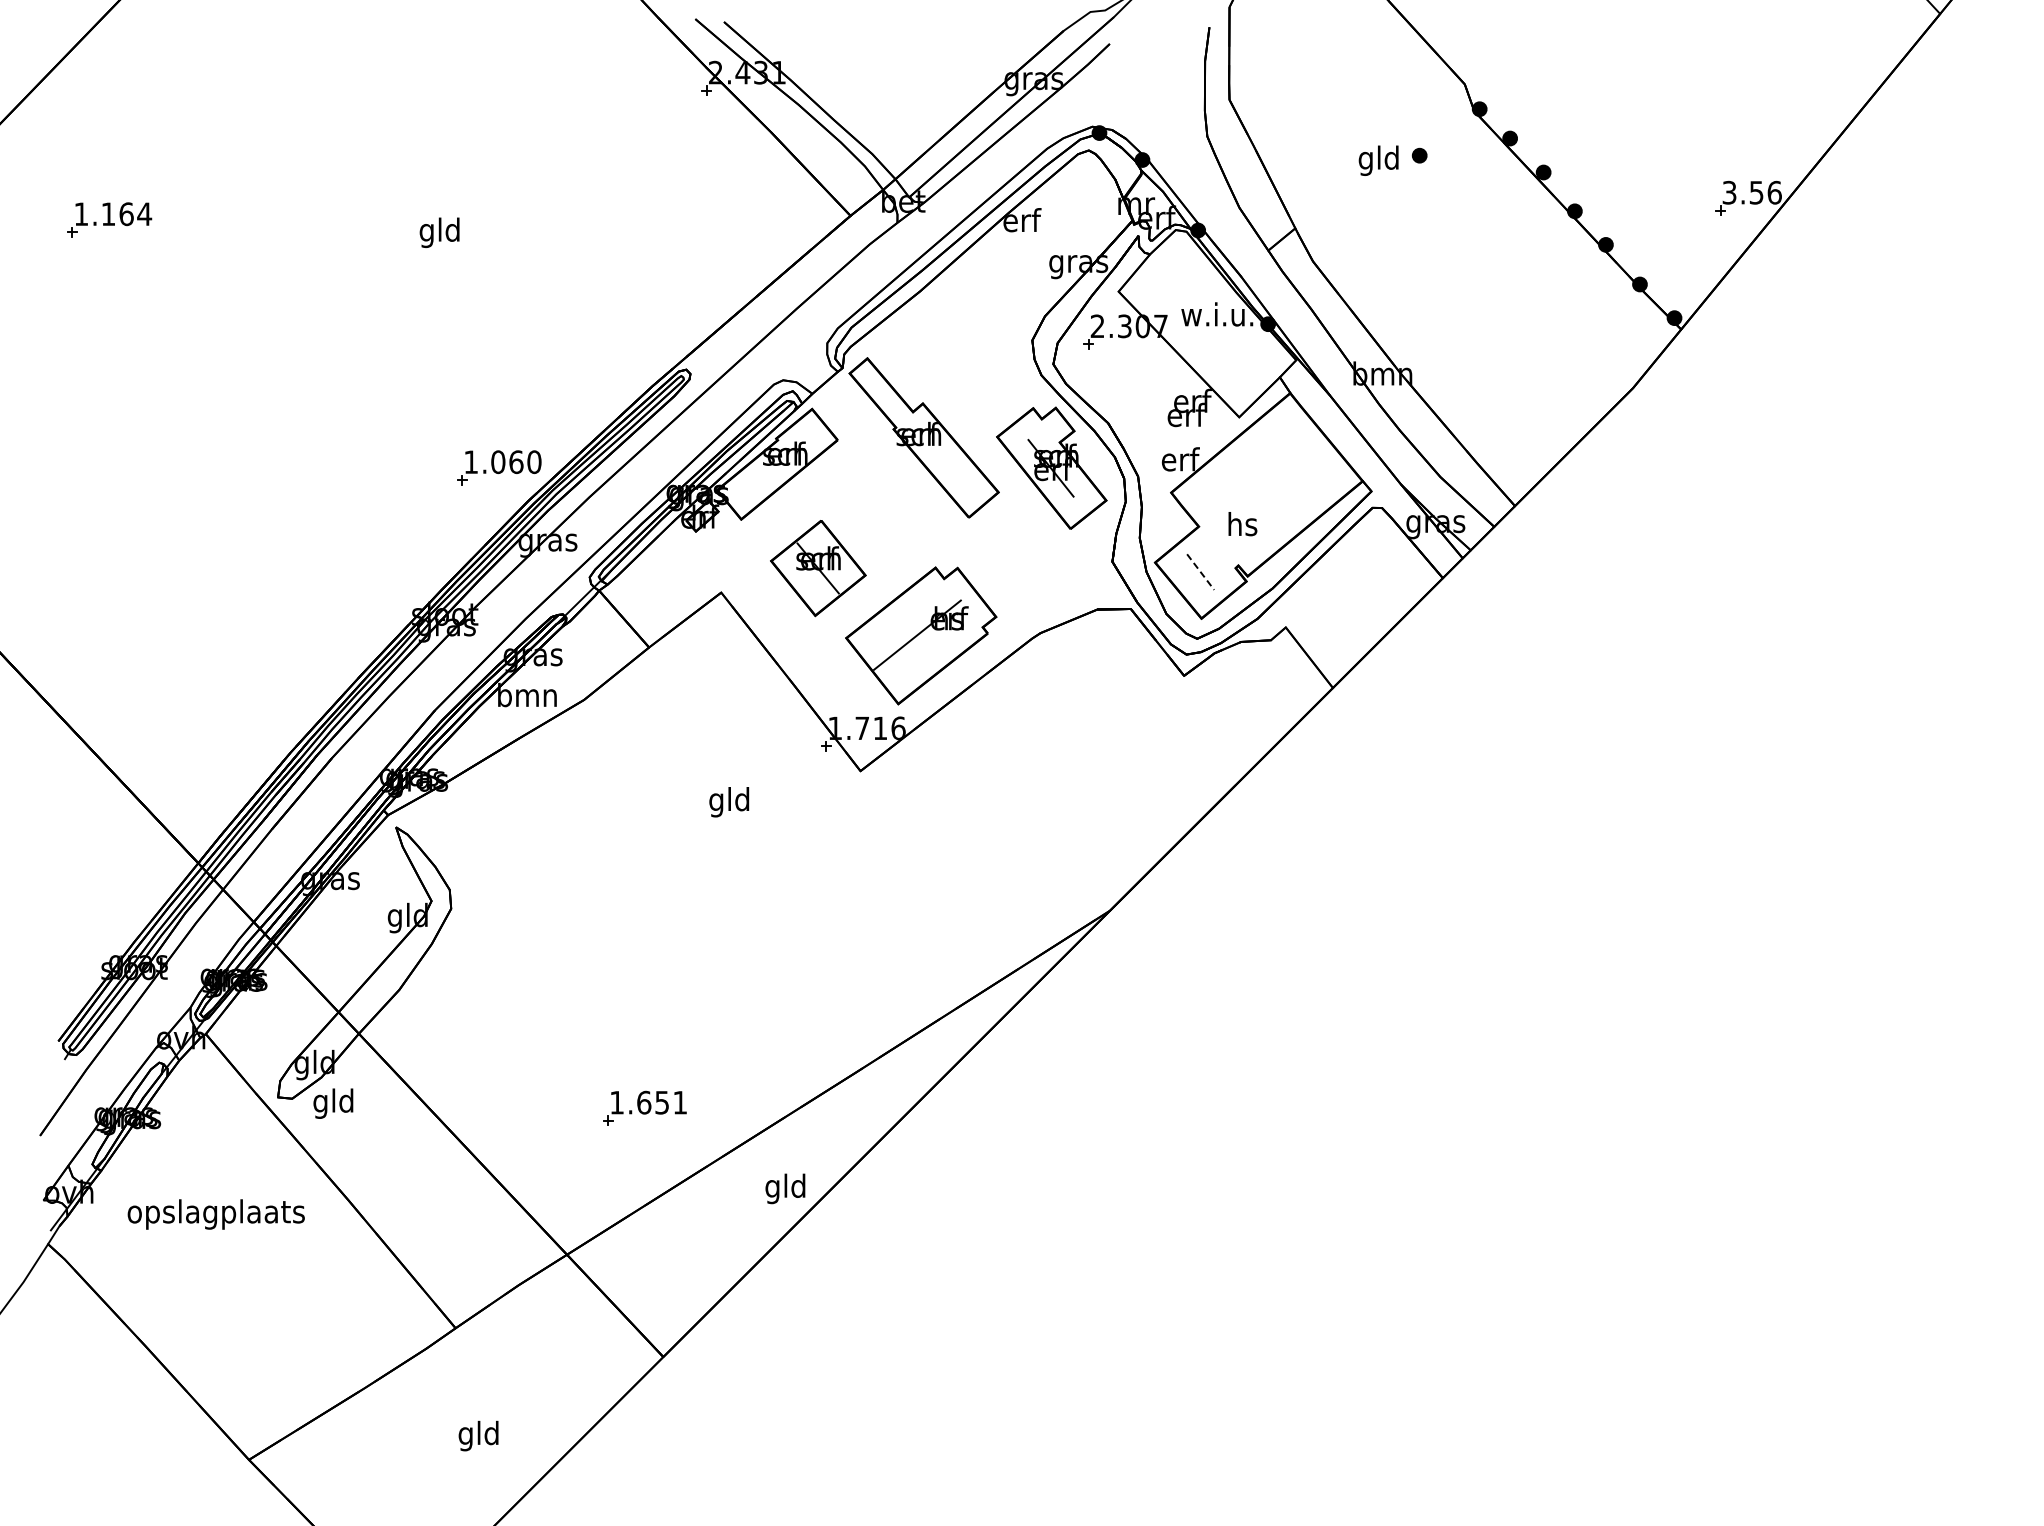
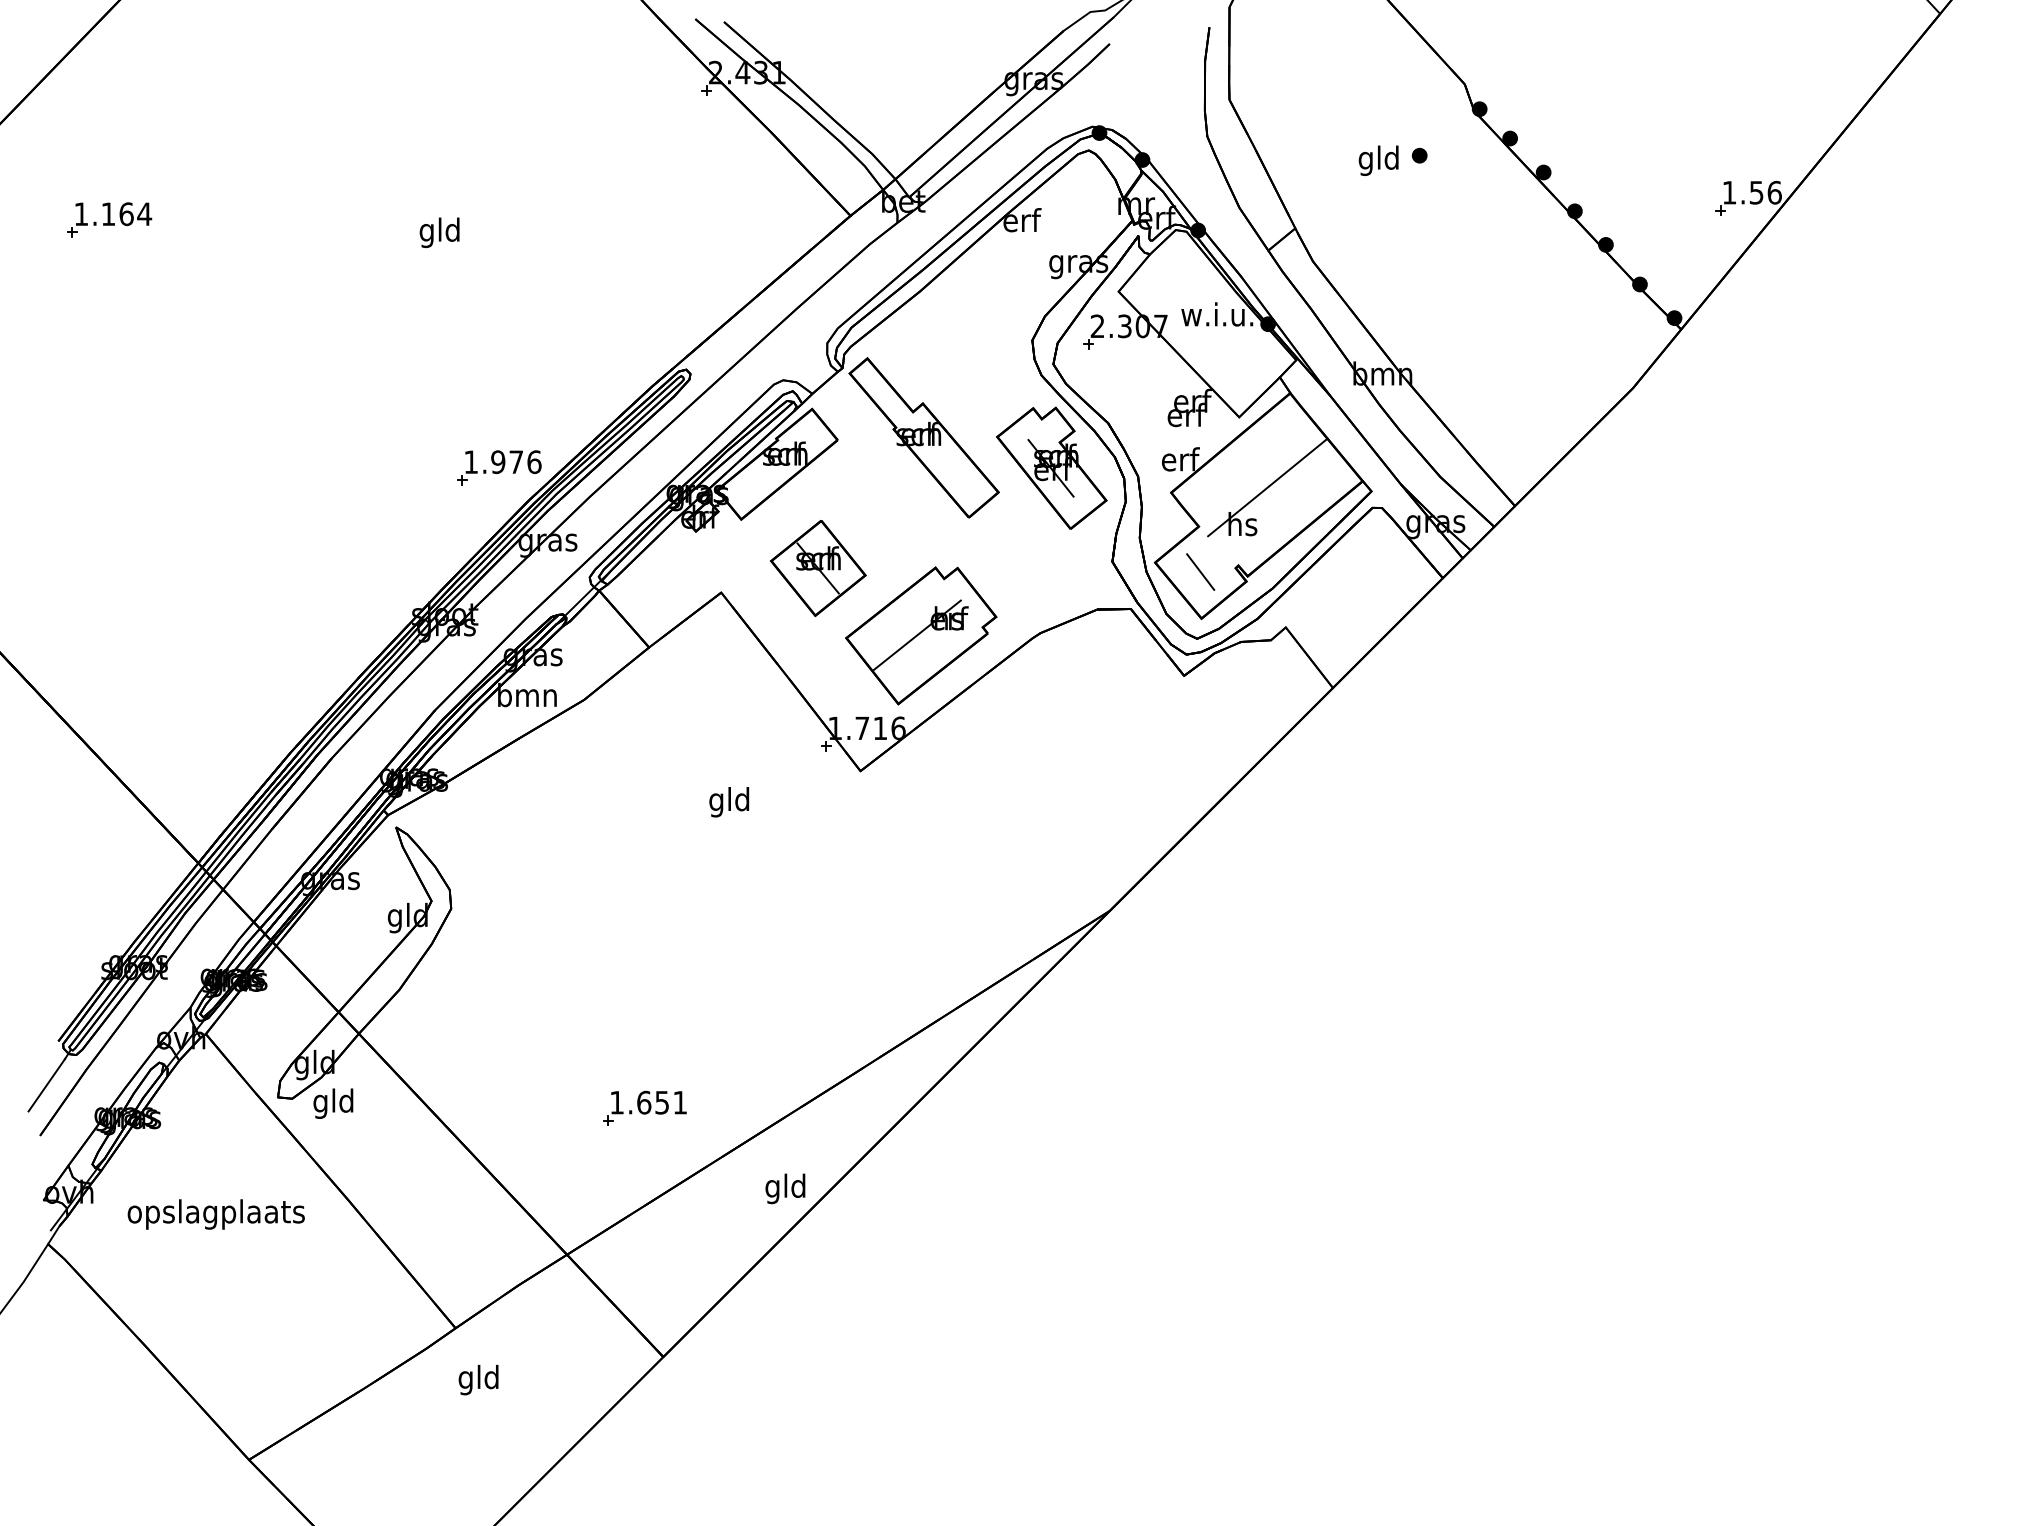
text at (1729, 192): 3.56 -> 1.56
text at (516, 462): 1.060 -> 1.976
line at (1267, 487): none -> present
line at (1200, 572): dashed -> solid
line at (46, 1085): none -> present
text at (478, 1435) position: (478, 1435) -> (478, 1379)
